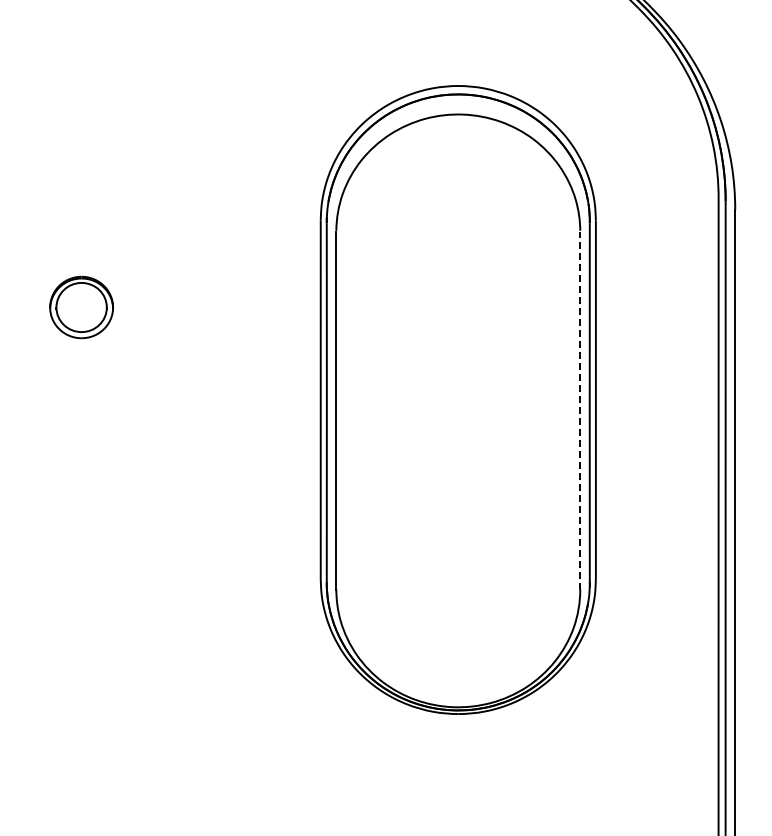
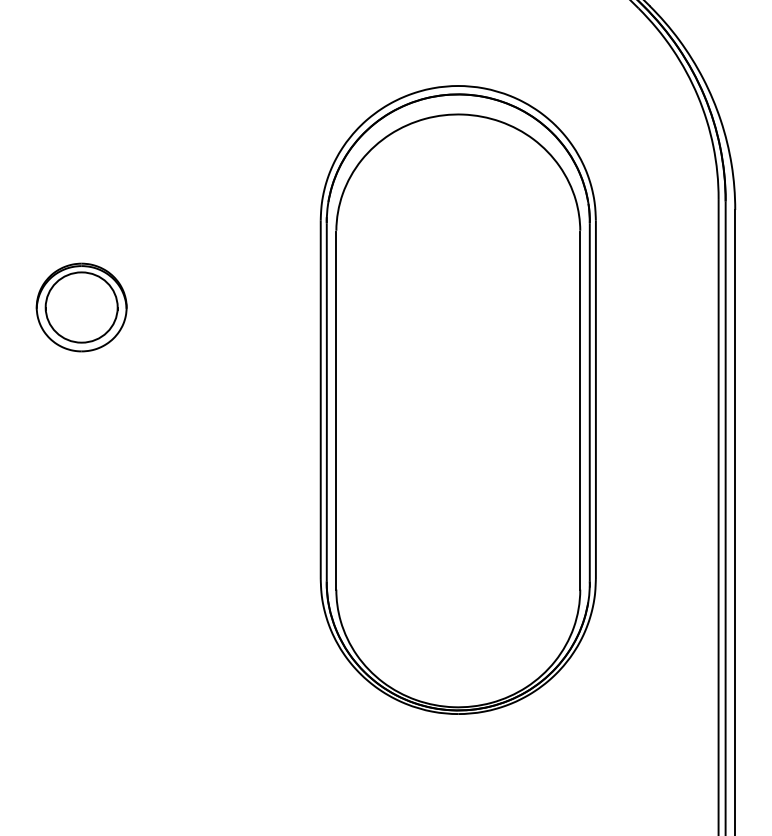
part at (81, 307) size: 65x65 px -> 93x91 px
line at (580, 410): dashed -> solid
